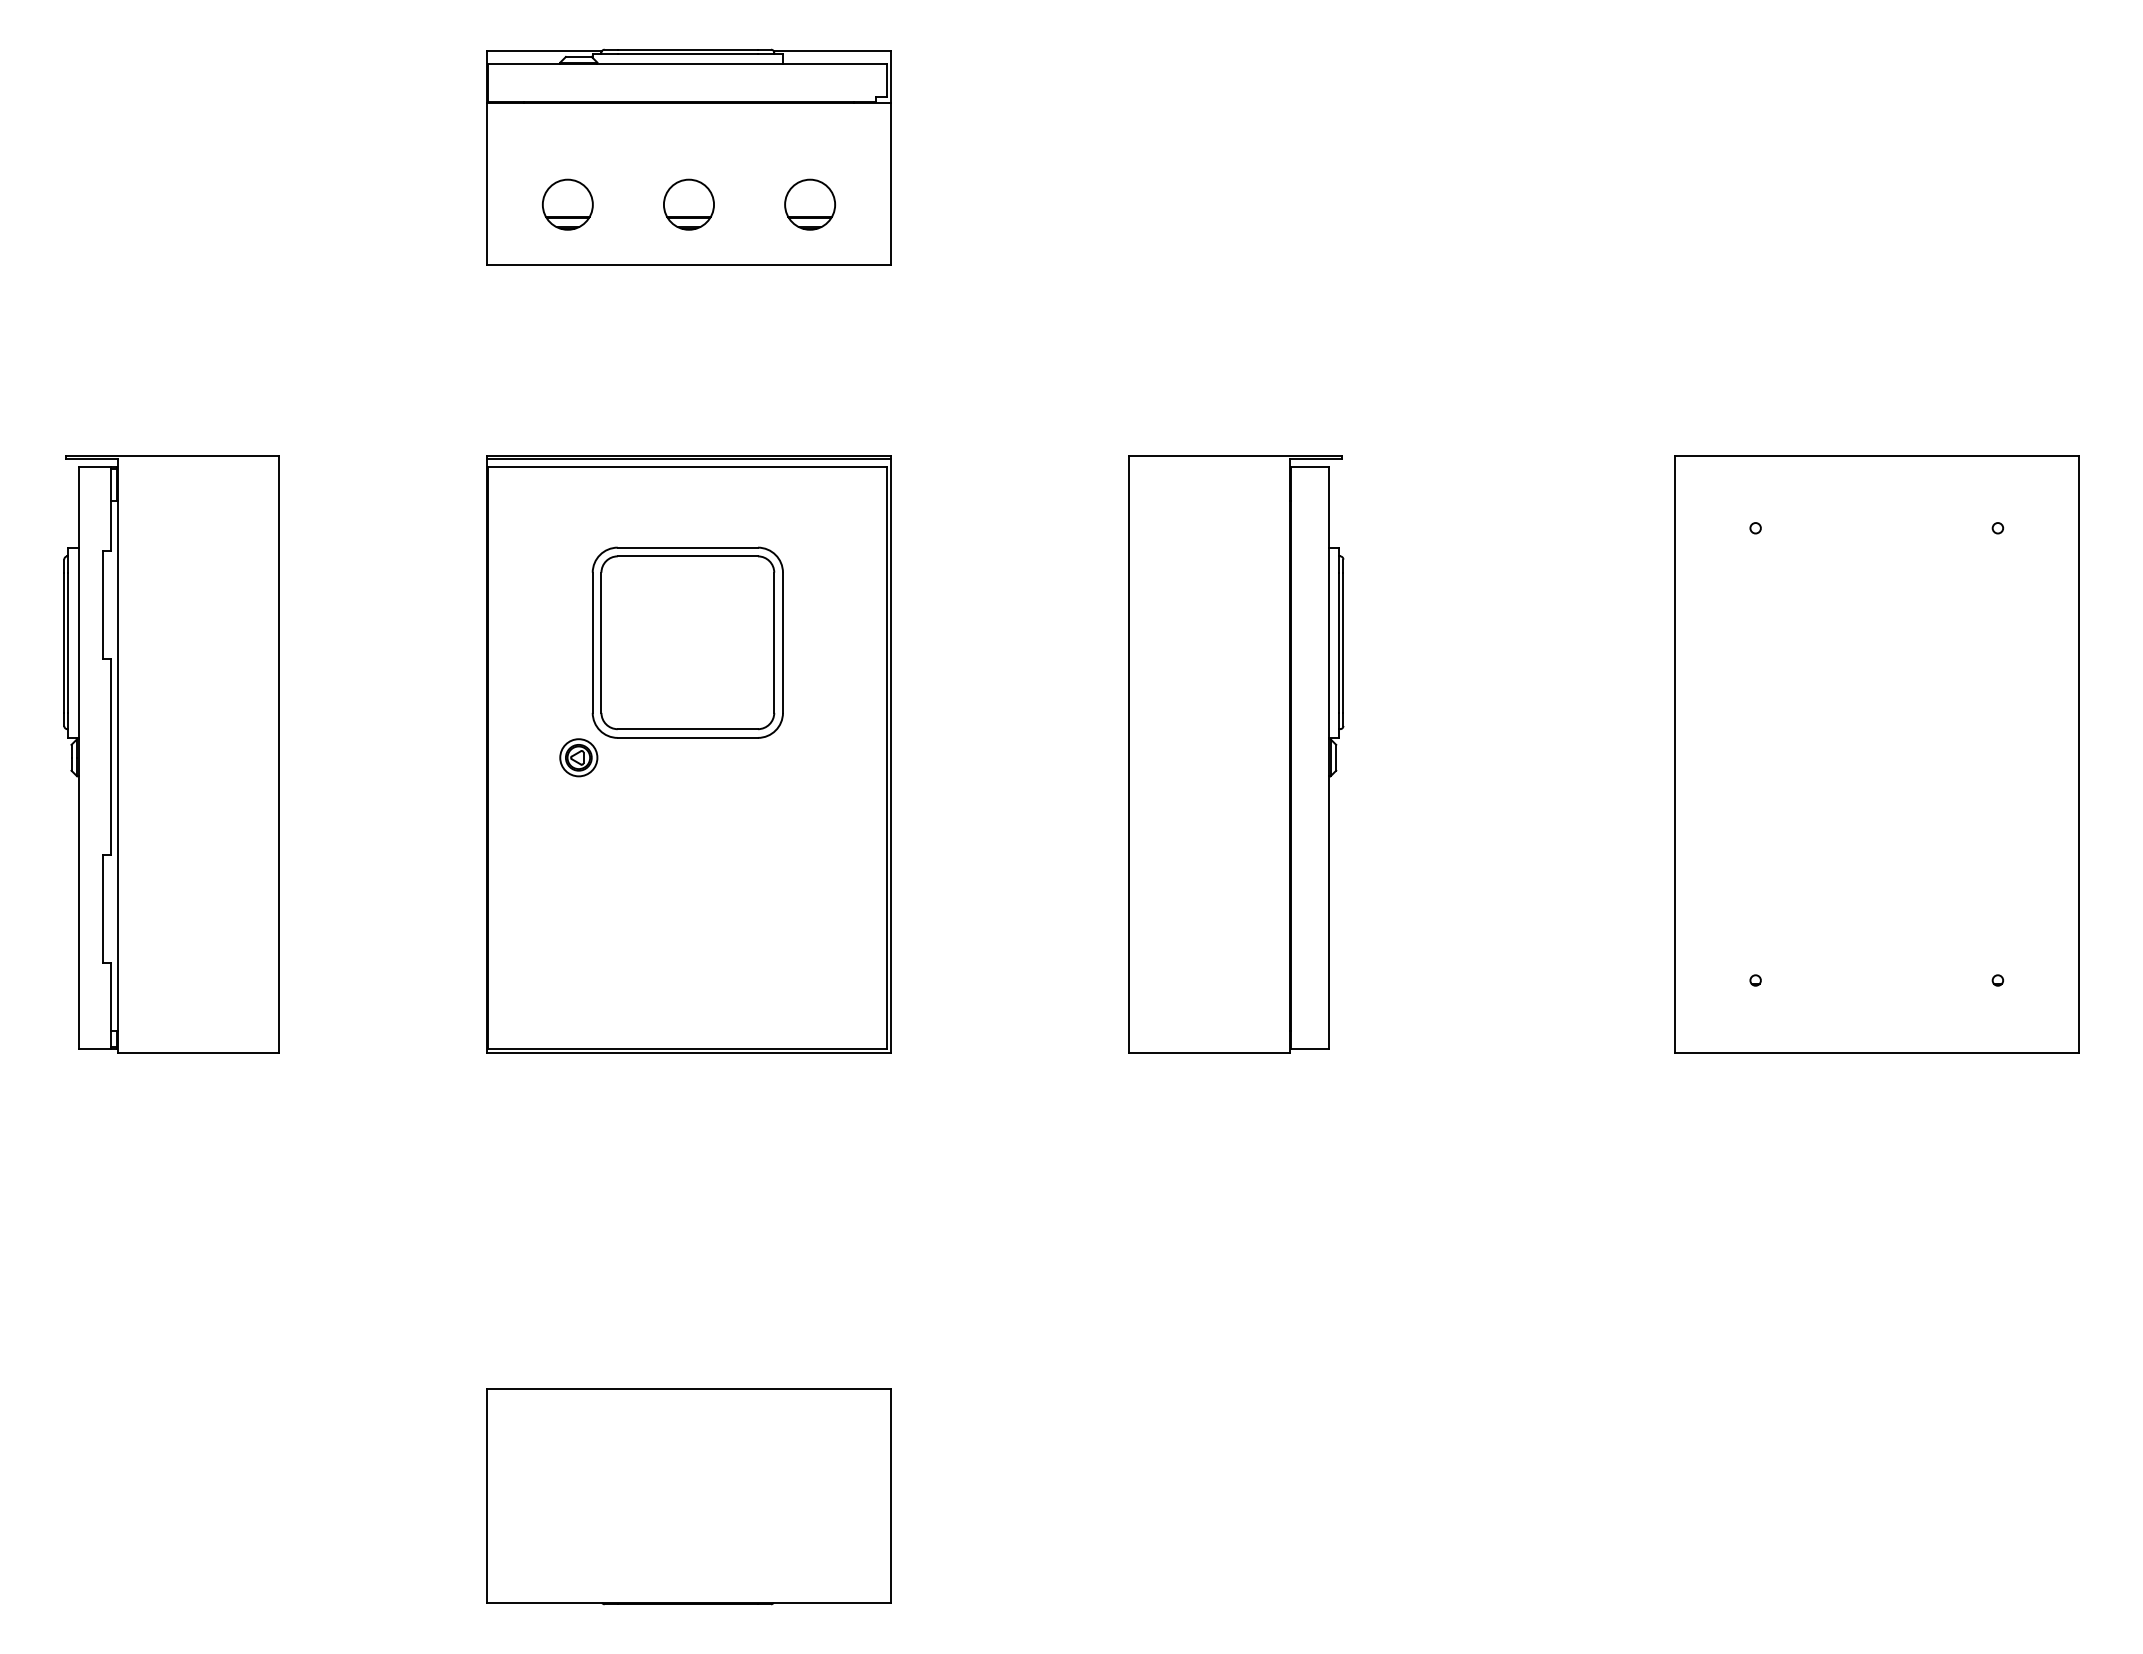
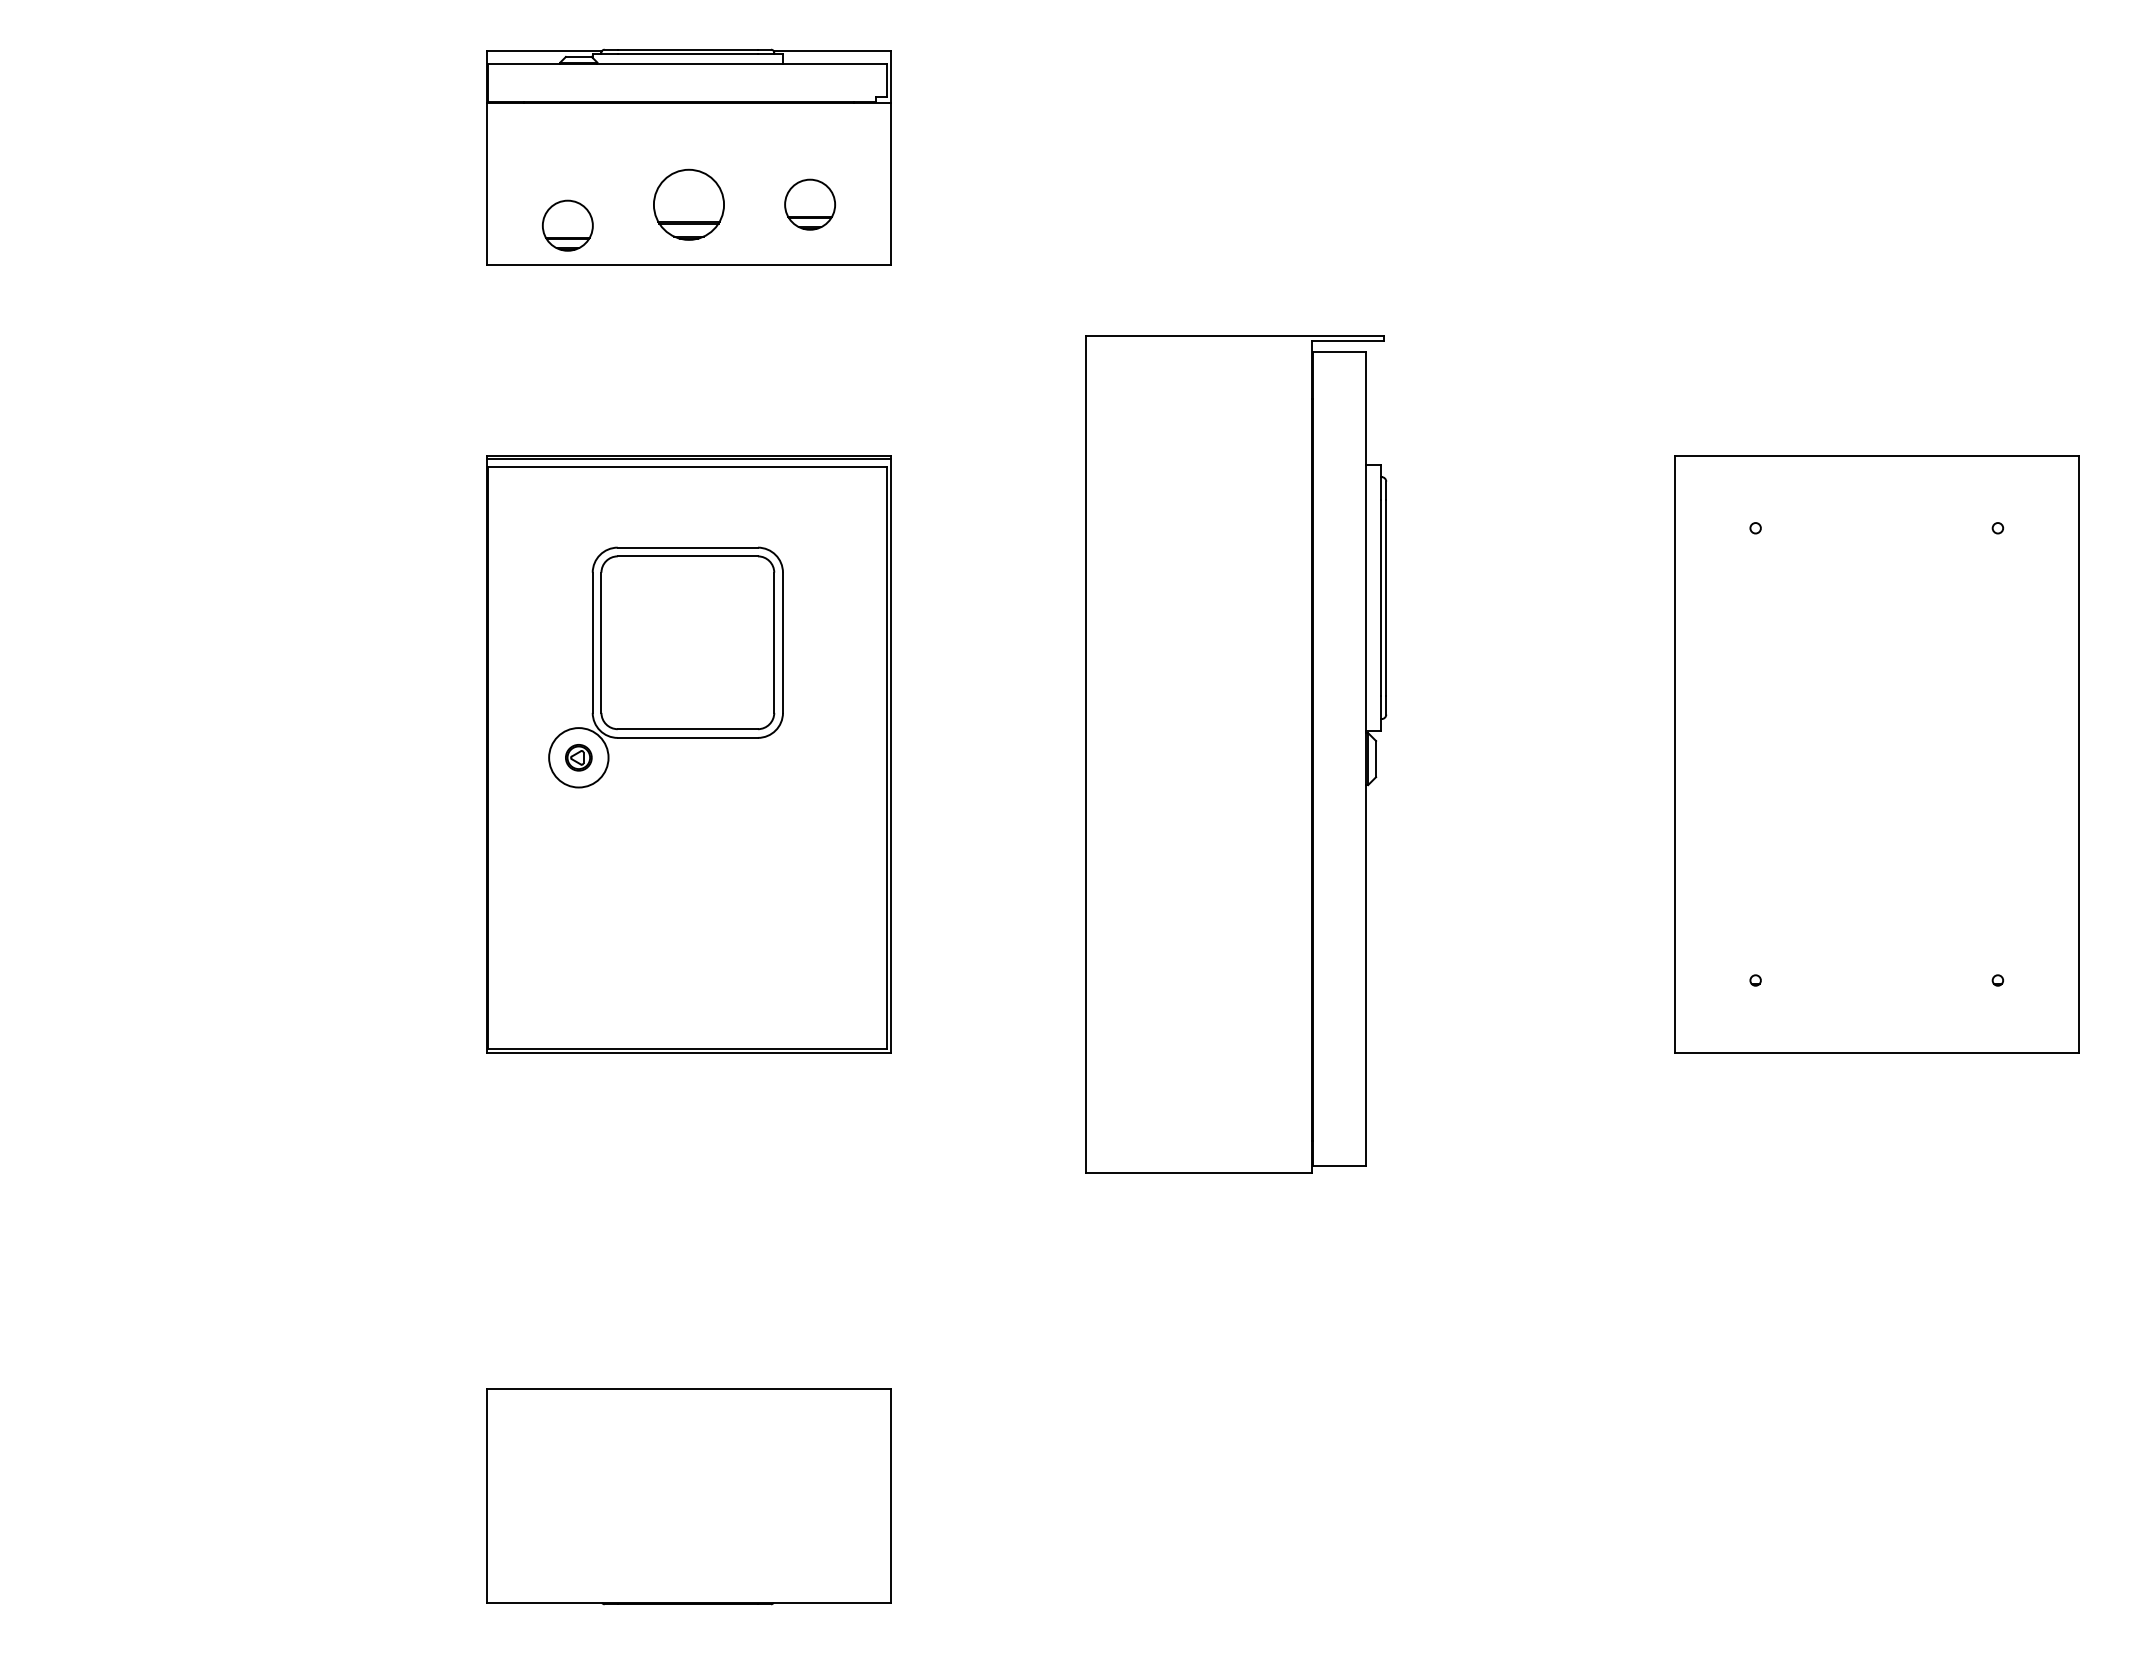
part at (567, 204) position: (567, 204) -> (567, 225)
part at (688, 204) size: 52x53 px -> 72x73 px
part at (171, 754): present -> none
part at (1236, 754) size: 217x599 px -> 303x839 px
circle at (578, 757) diameter: 37 px -> 59 px
